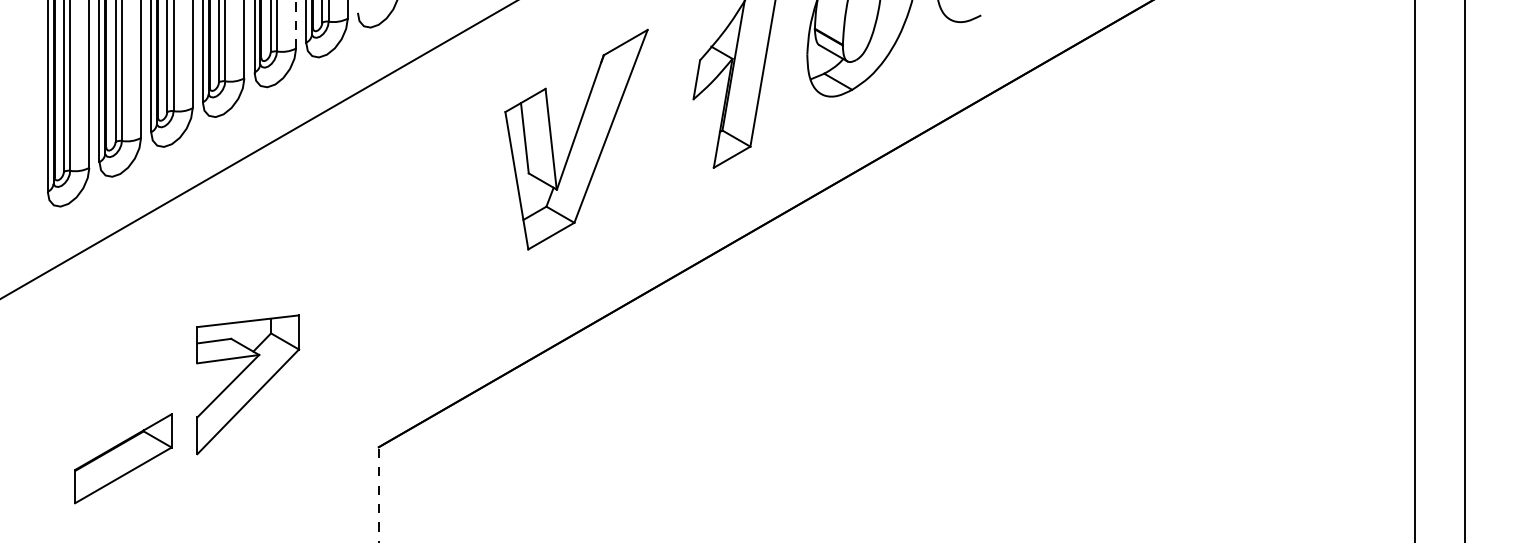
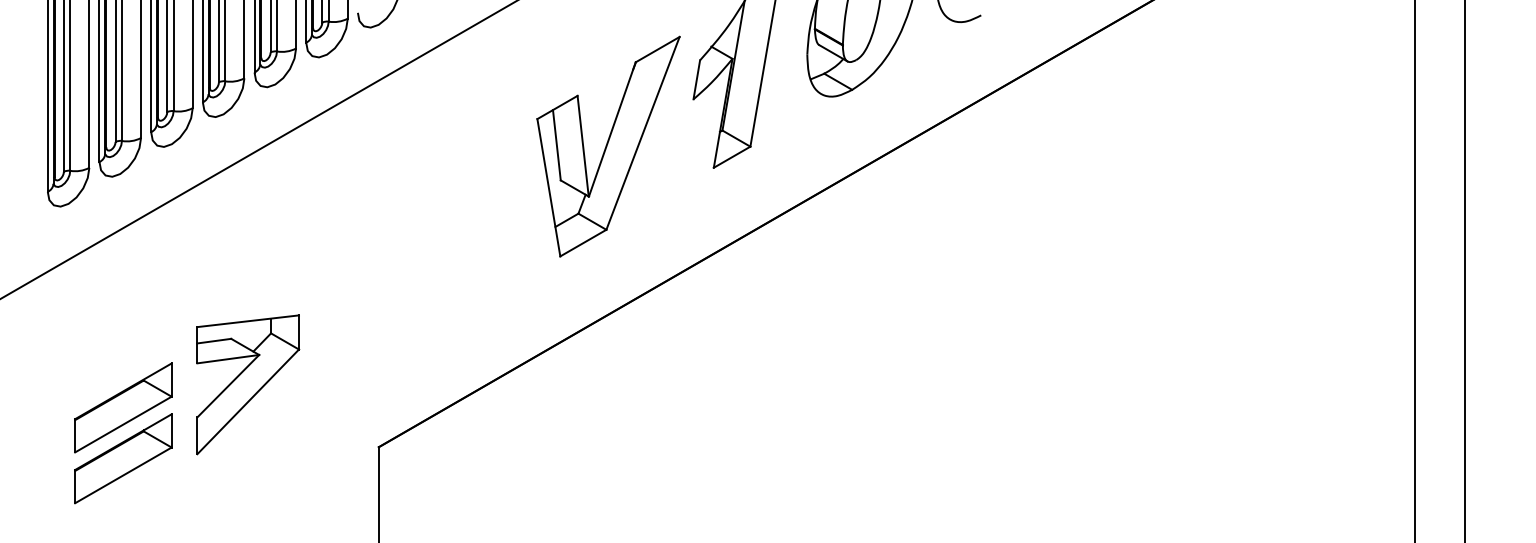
line at (296, 24): dashed -> solid
part at (576, 139) position: (576, 139) -> (608, 146)
part at (123, 407): none -> present
line at (378, 494): dashed -> solid
